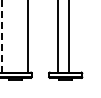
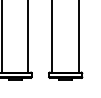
line at (1, 35): dashed -> solid
line at (58, 37) position: (58, 37) -> (52, 37)
line at (68, 37) position: (68, 37) -> (78, 37)
